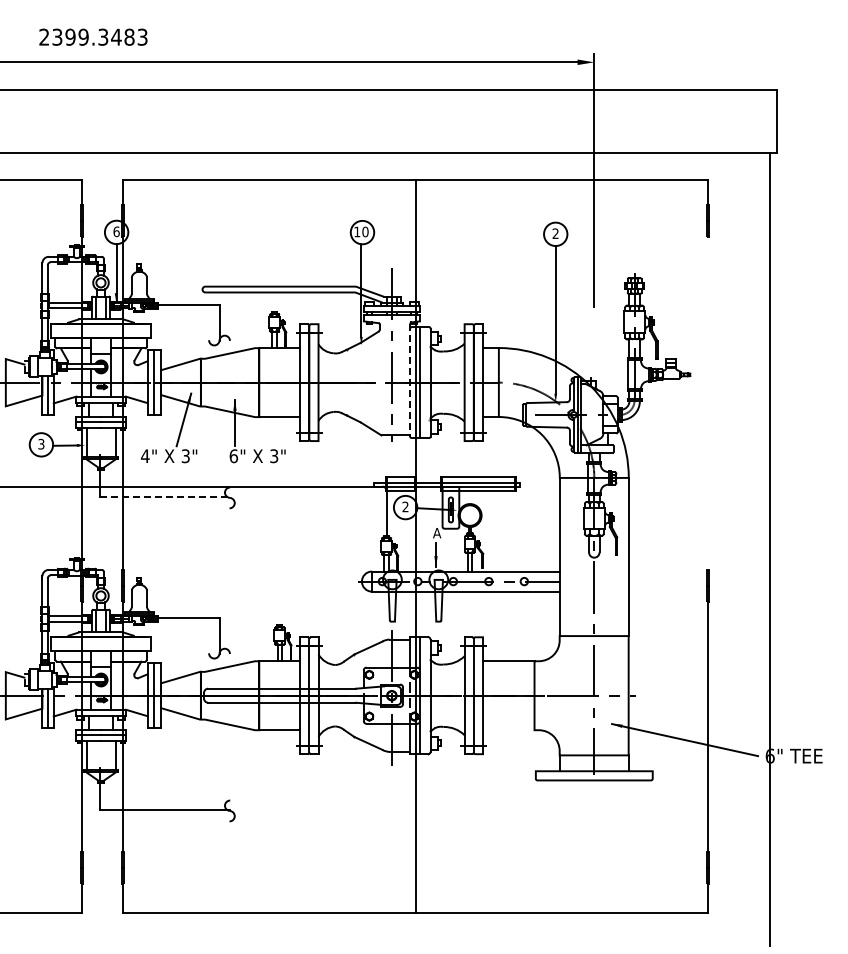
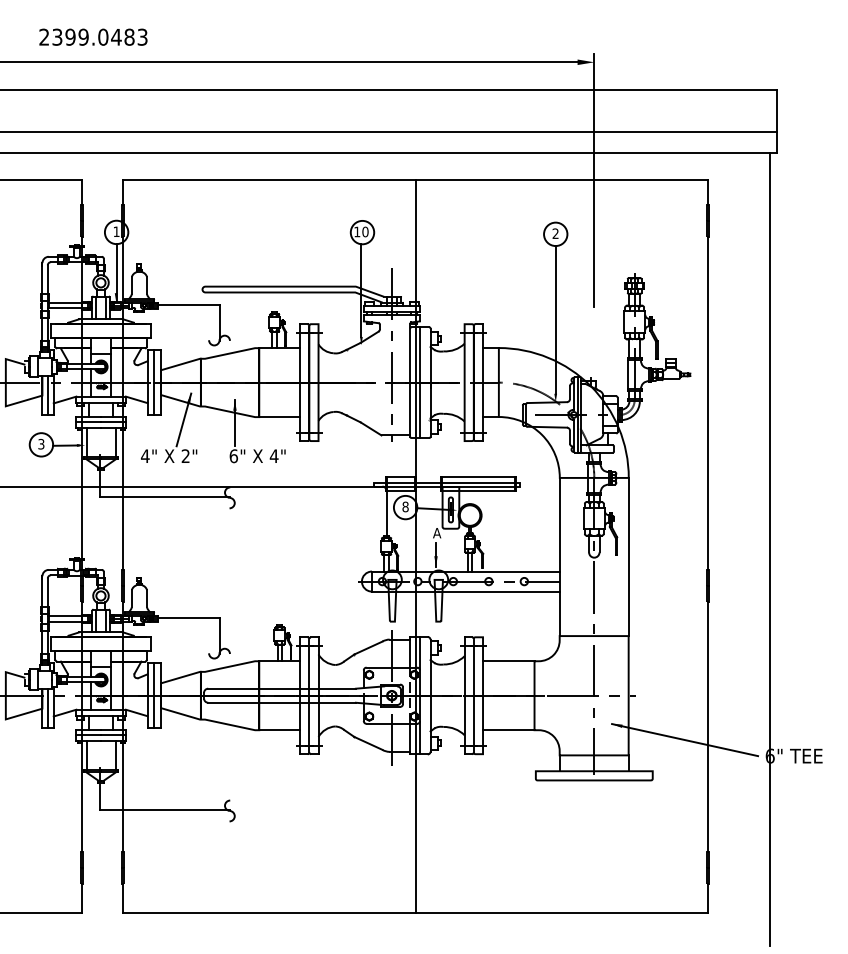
text at (103, 36): 2399.3483 -> 2399.0483
line at (389, 132): none -> present
text at (116, 231): 6 -> 1
line at (410, 380): dashed -> solid
line at (707, 403): none -> present
text at (185, 456): 3" -> 2"
text at (273, 456): 3" -> 4"
line at (165, 497): dashed -> solid
text at (405, 506): 2 -> 8
line at (508, 730): none -> present
